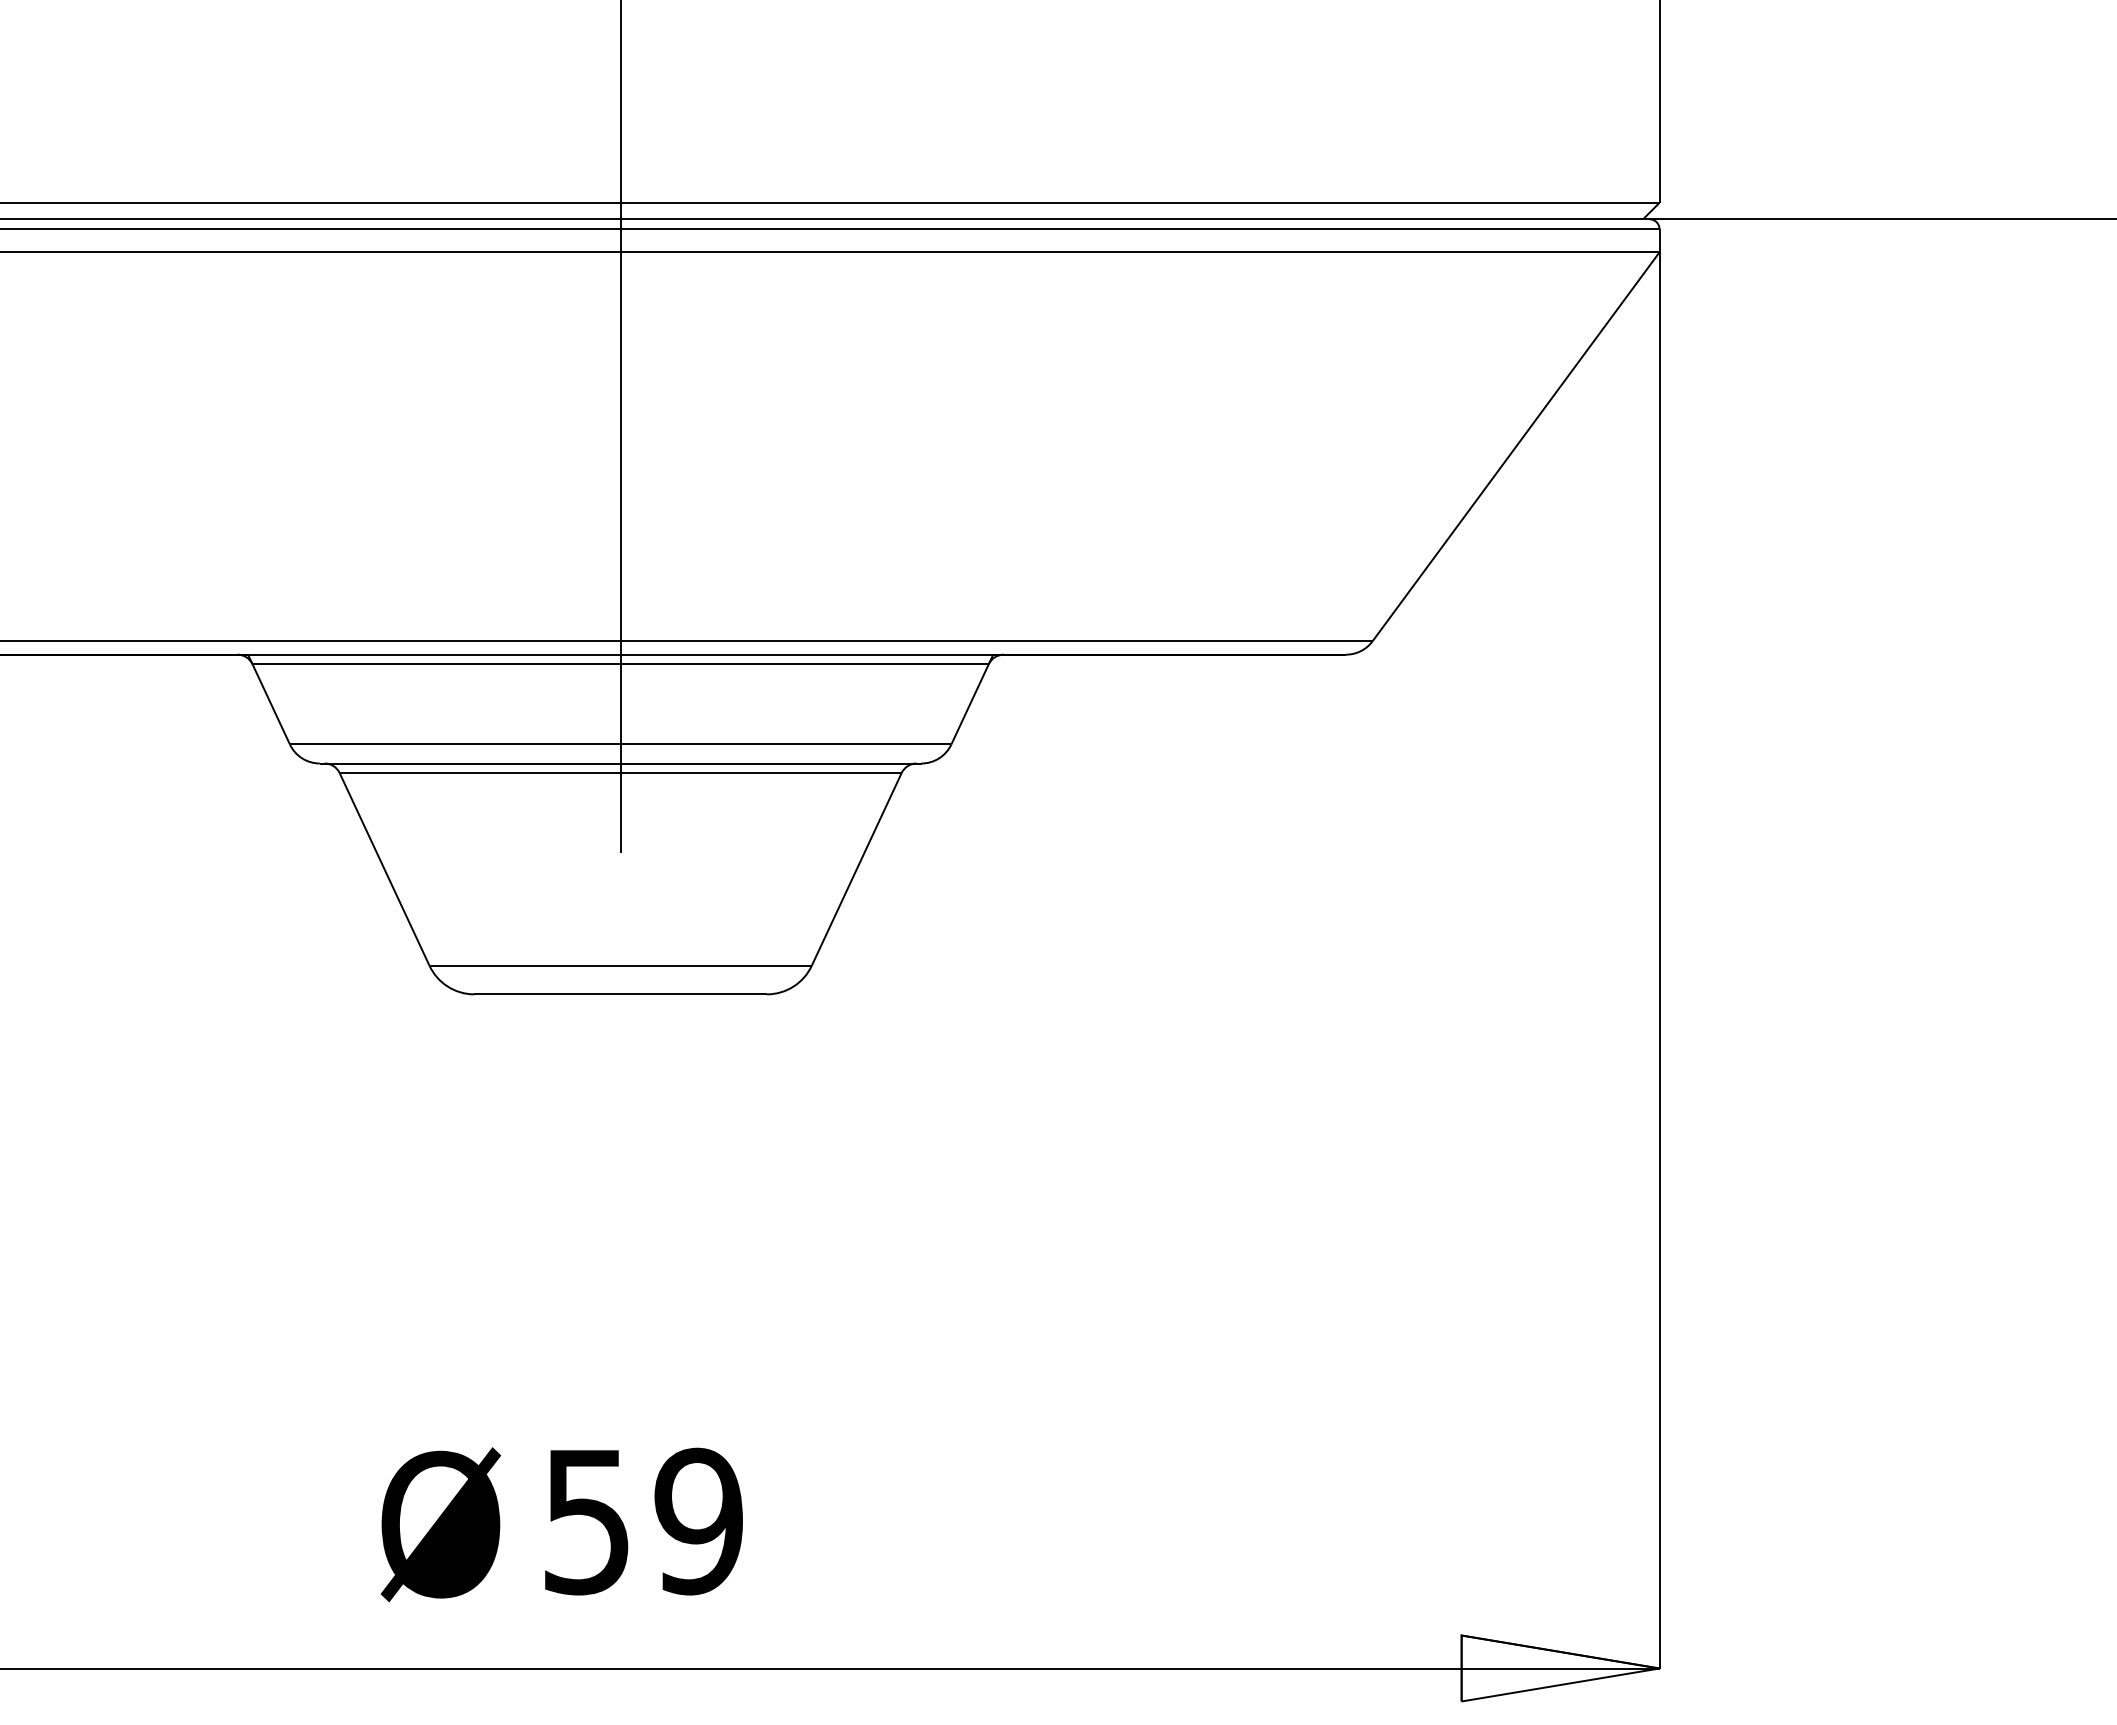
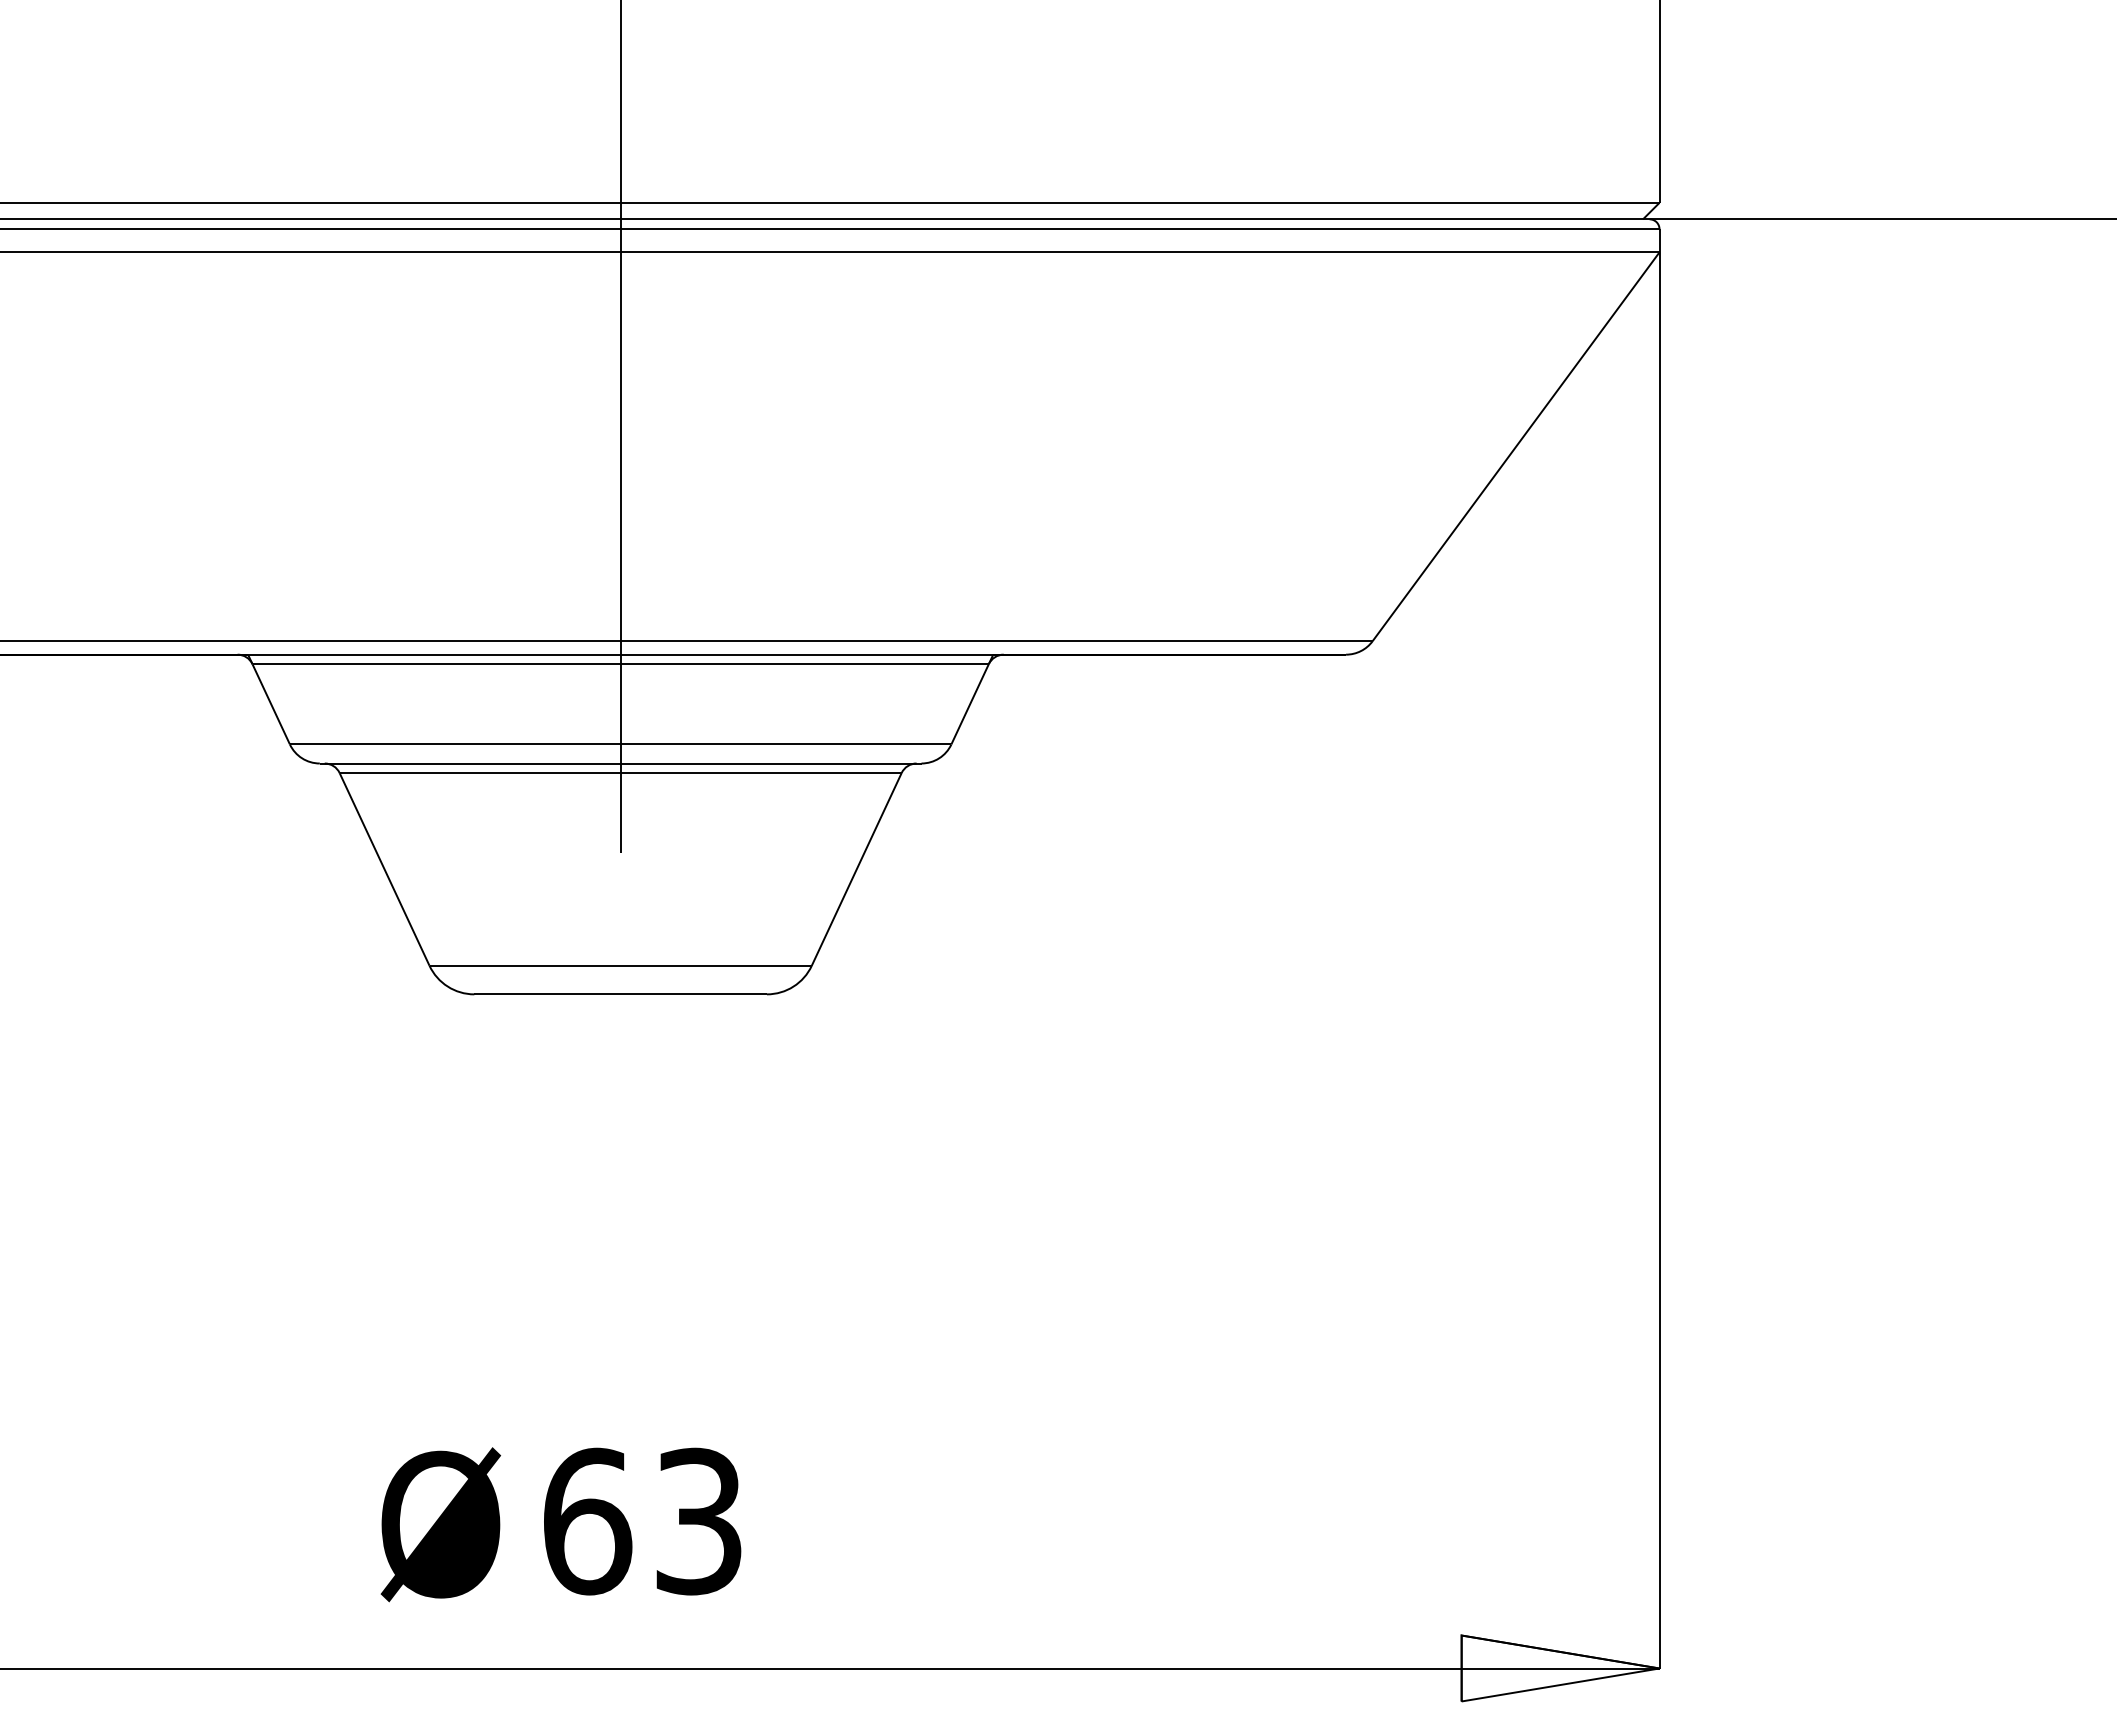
text at (643, 1521): 59 -> 63
